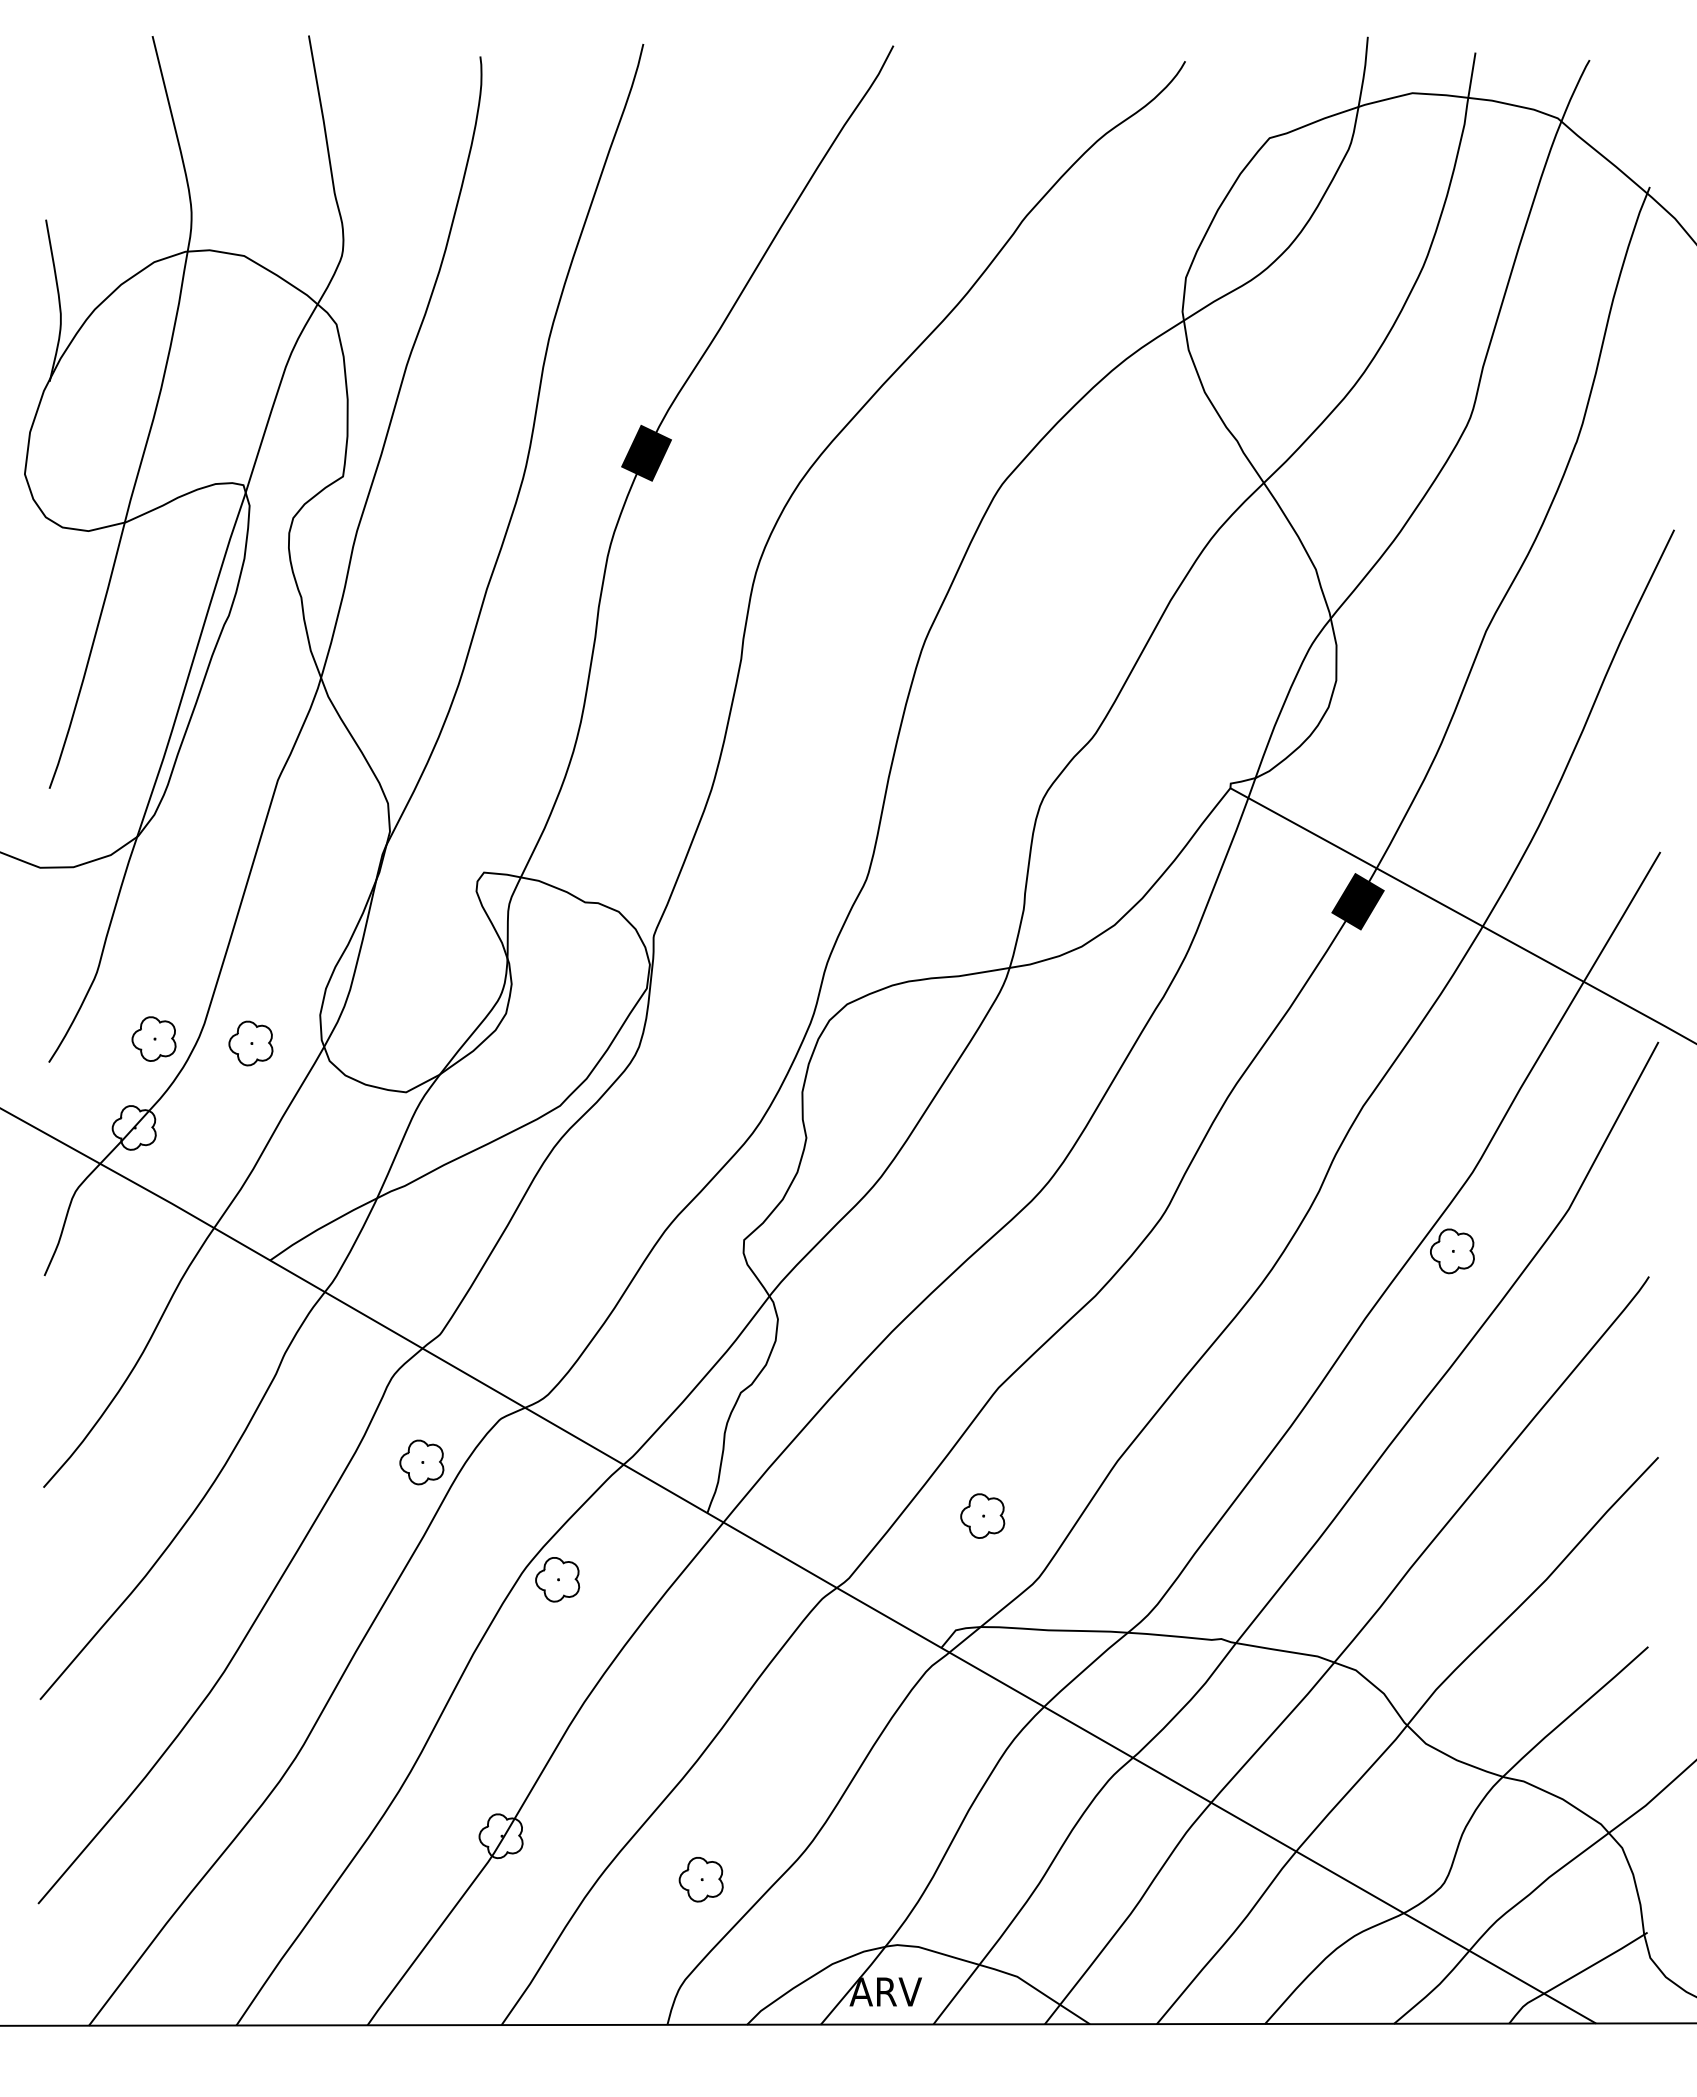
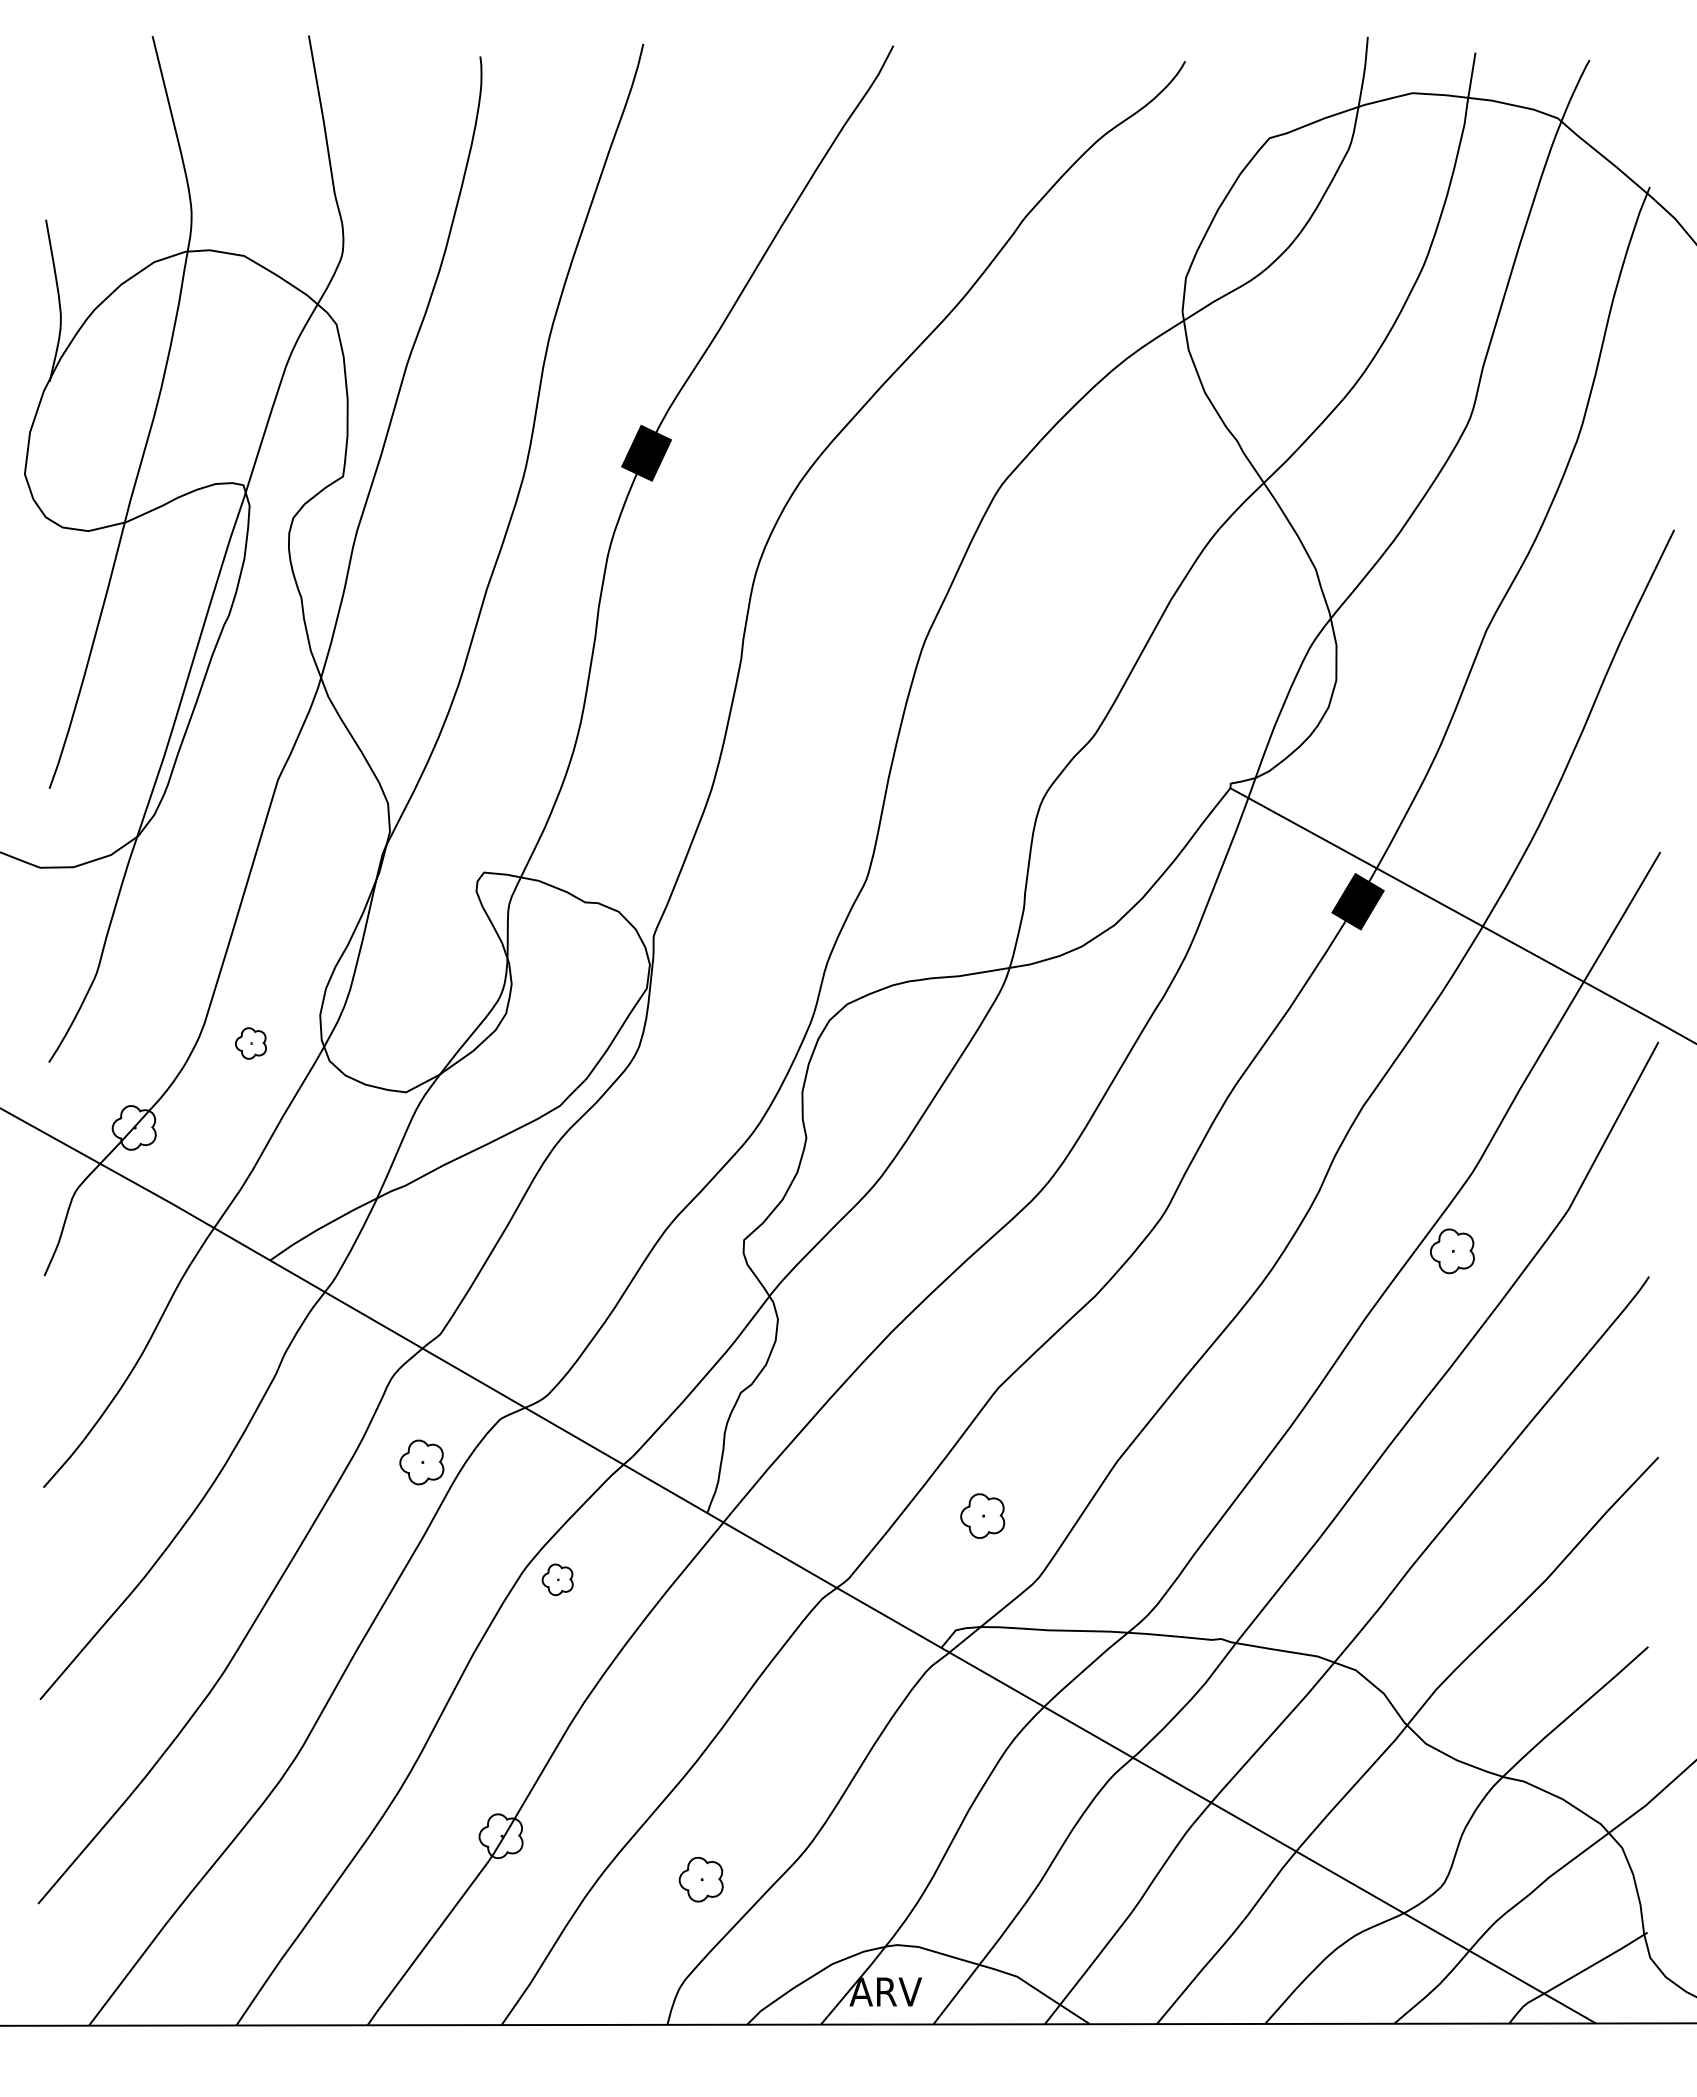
part at (153, 1038): present -> none
part at (250, 1043) size: 46x47 px -> 32x33 px
part at (557, 1579) size: 46x46 px -> 33x34 px
